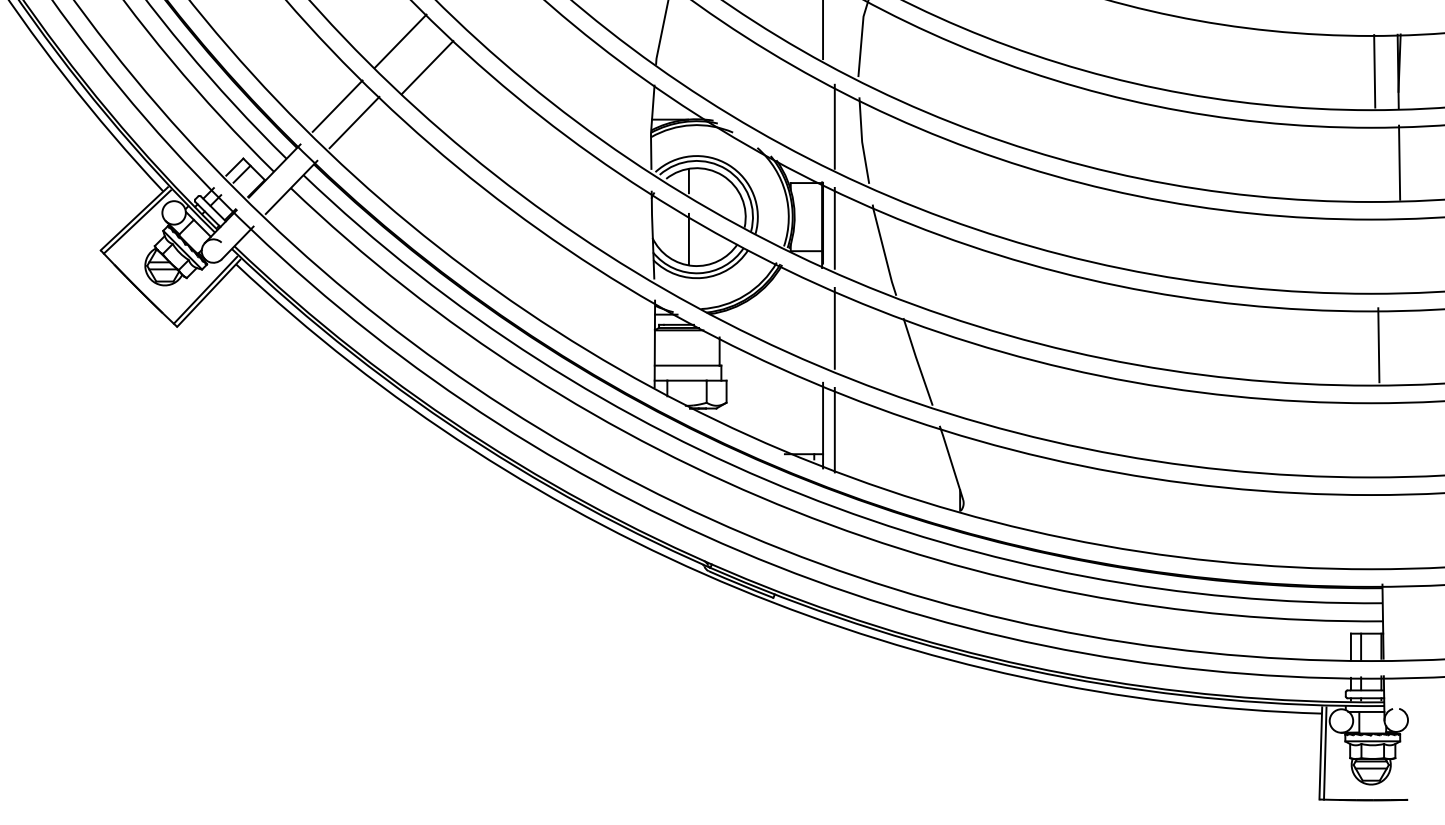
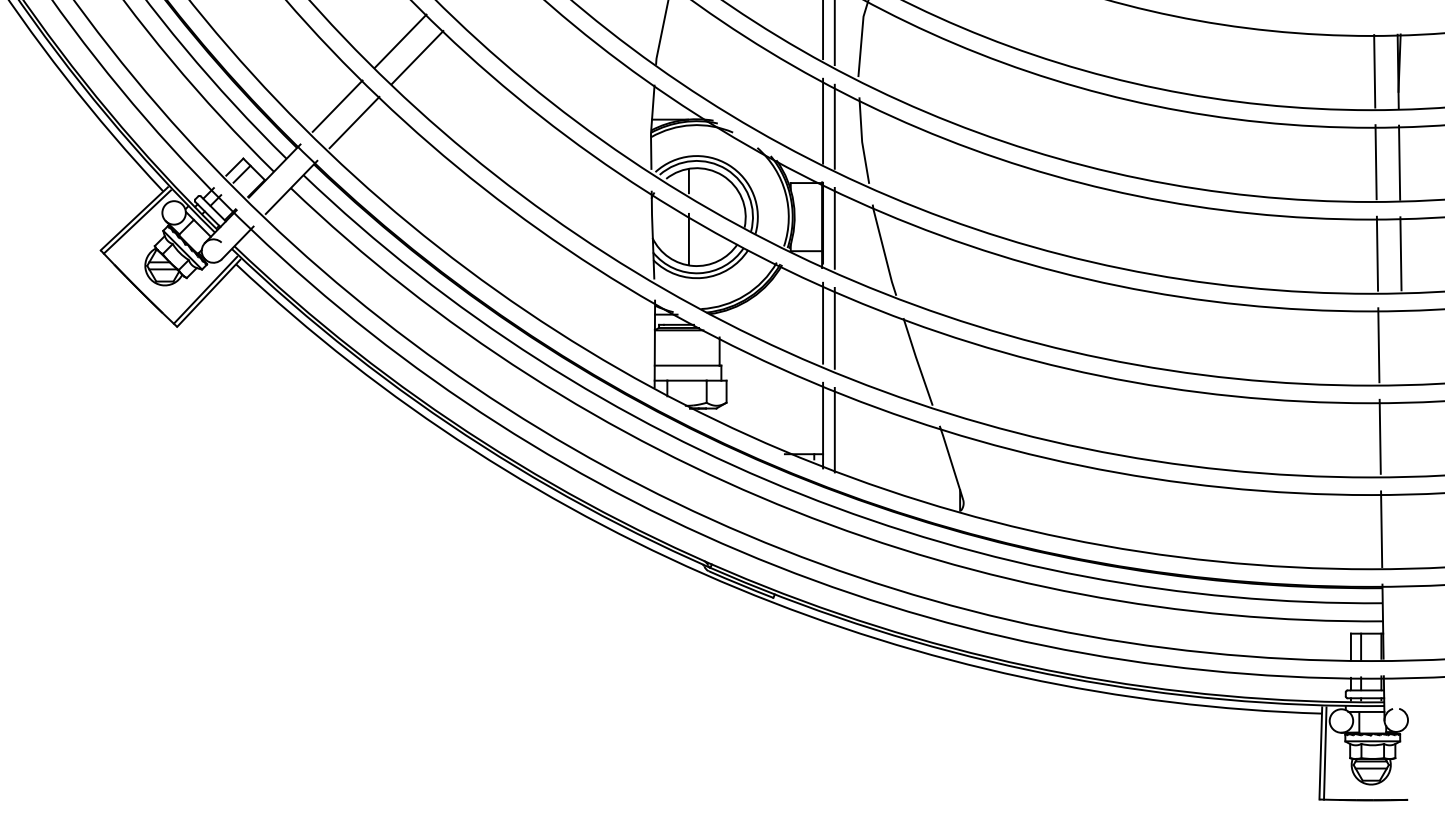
line at (834, 33): none -> present
line at (427, 67) position: (427, 67) -> (417, 57)
line at (823, 120): none -> present
line at (1375, 162): none -> present
line at (1377, 253): none -> present
line at (1400, 253): none -> present
line at (823, 322): none -> present
line at (1379, 436): none -> present
line at (1381, 529): none -> present
